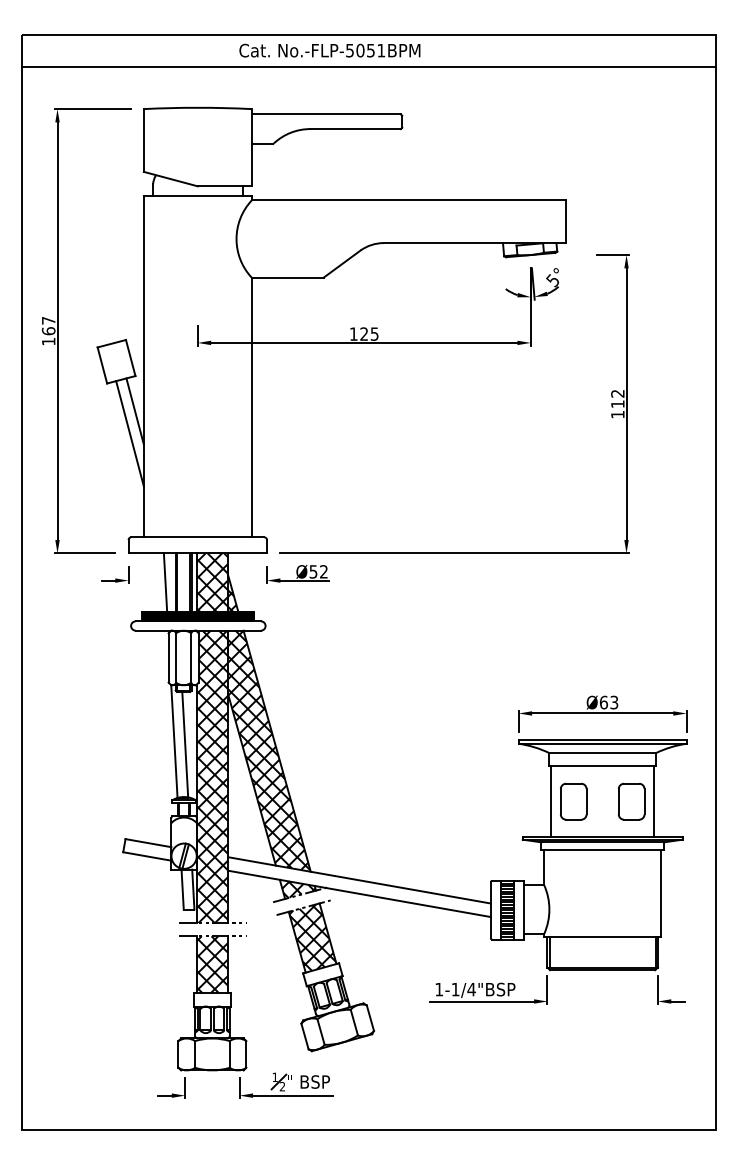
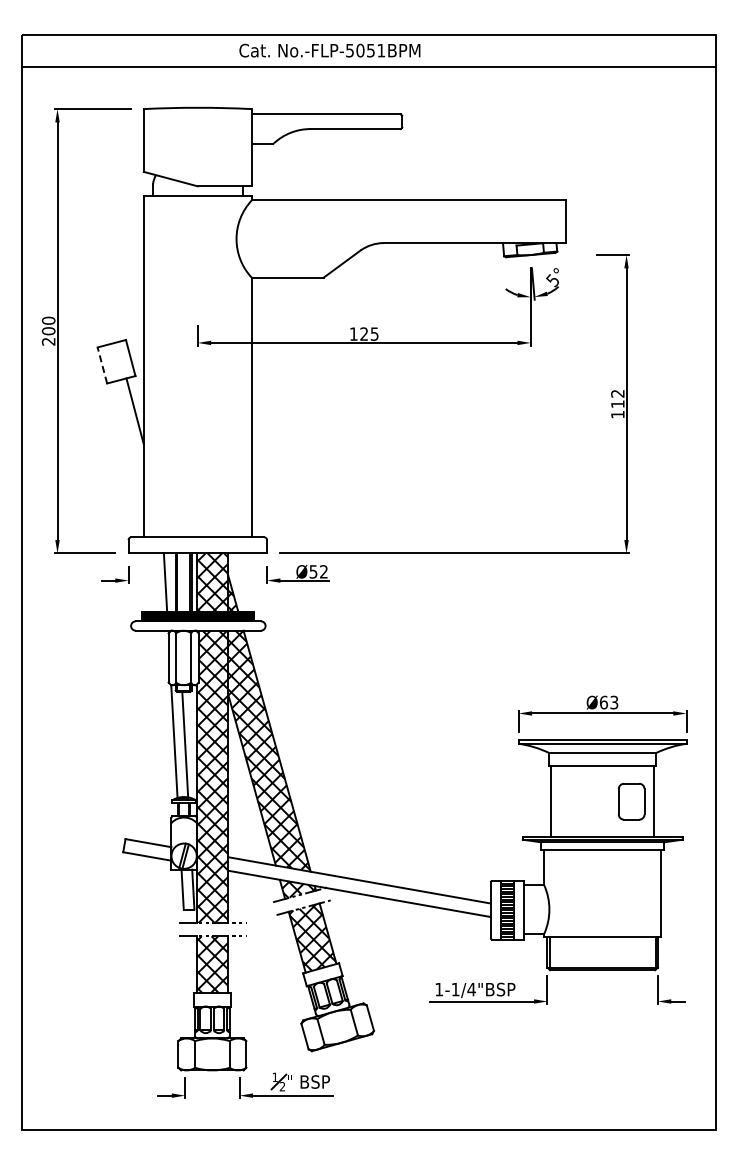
text at (48, 330): 167 -> 200
line at (102, 365): solid -> dashed
line at (129, 433): present -> none
part at (573, 801): present -> none
